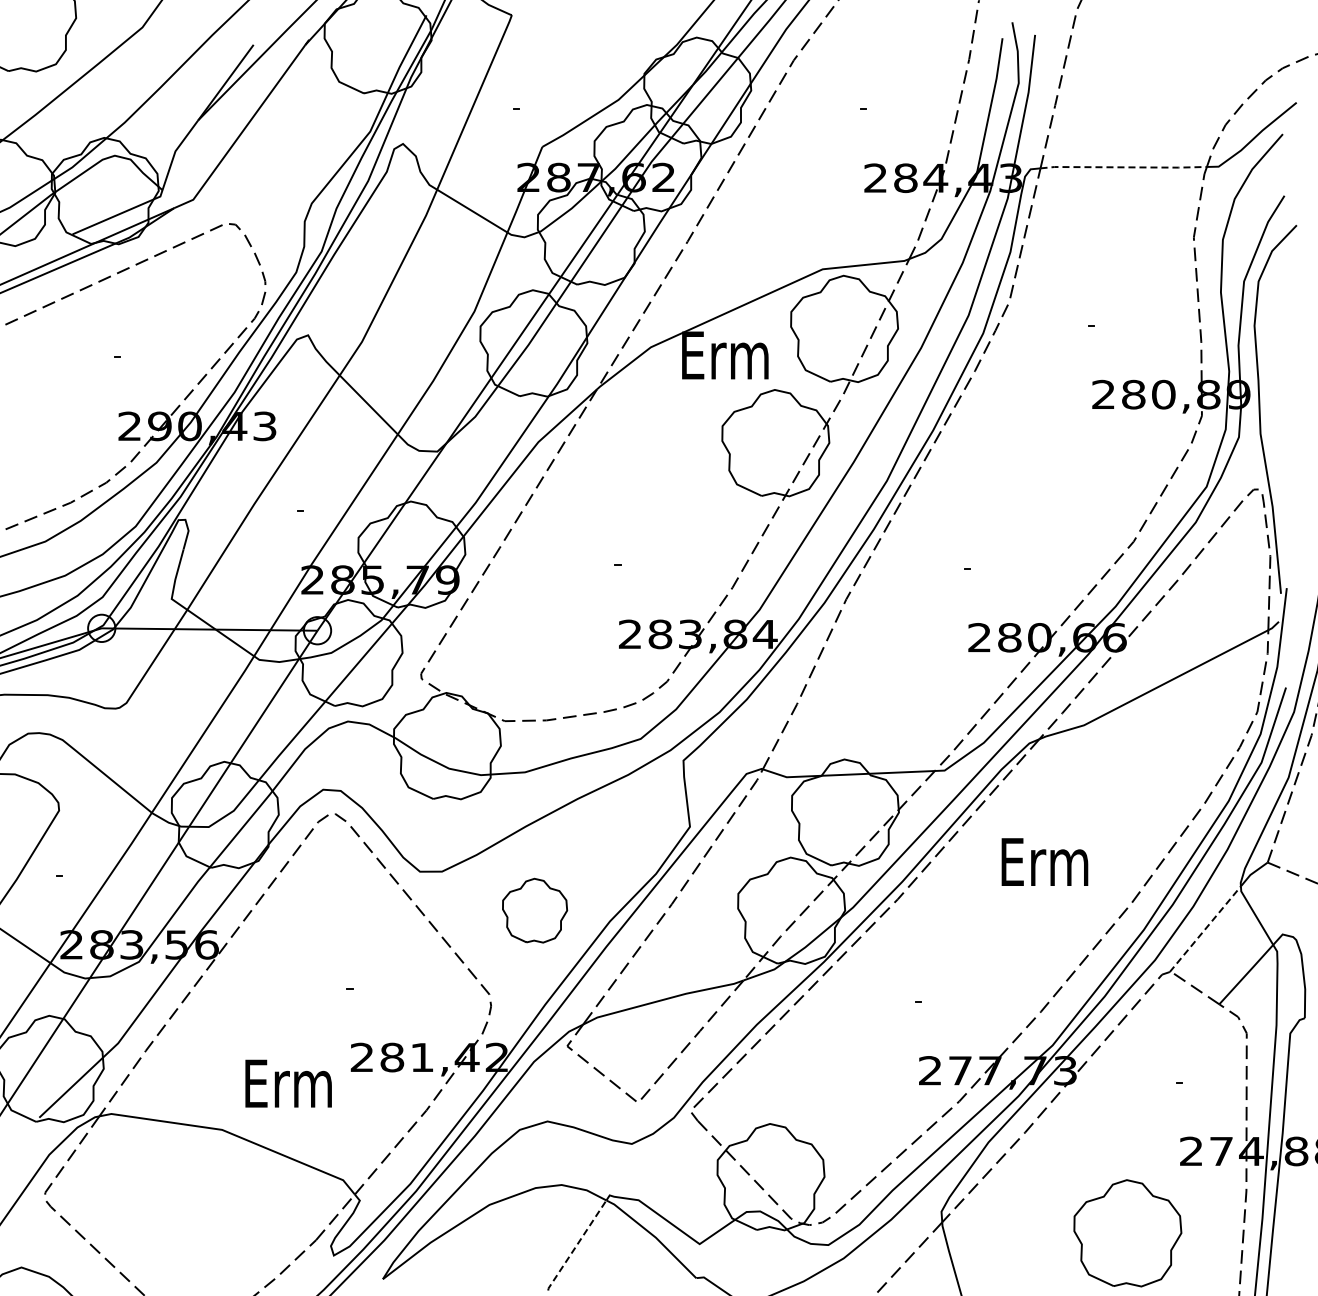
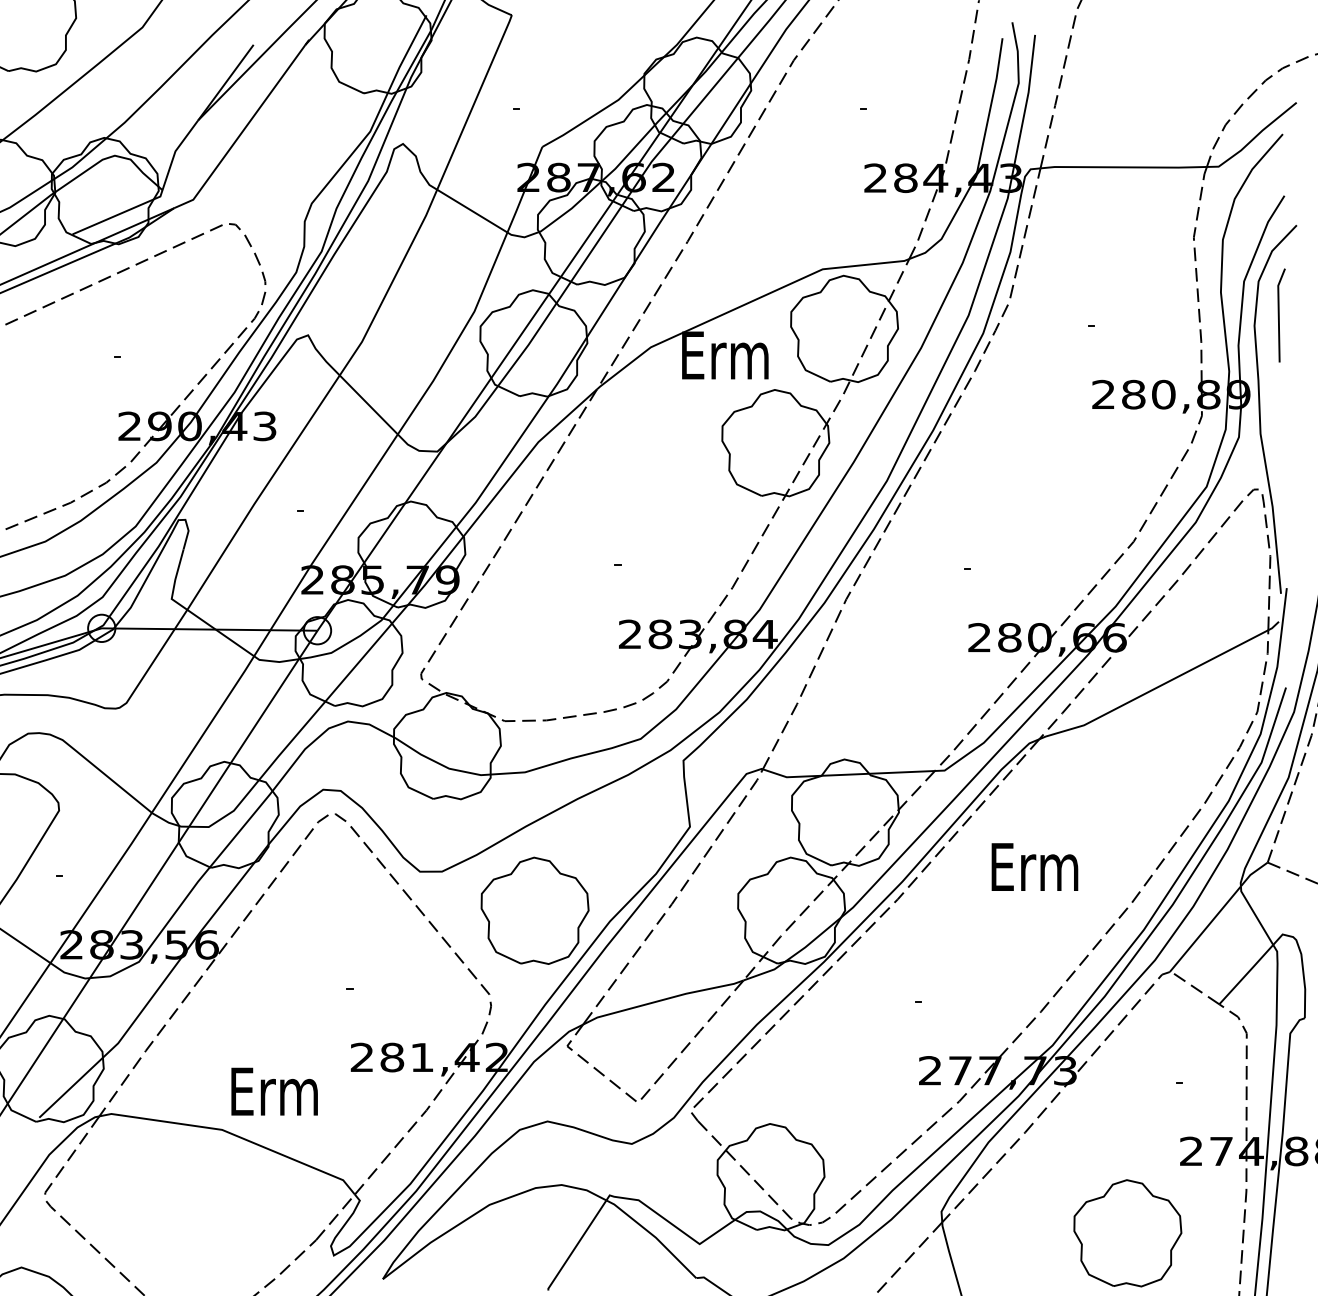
line at (1124, 167): dashed -> solid
line at (1279, 315): none -> present
text at (1044, 861) position: (1044, 861) -> (1034, 866)
part at (535, 910) size: 67x67 px -> 110x109 px
line at (1205, 929): dashed -> solid
text at (288, 1083) position: (288, 1083) -> (274, 1091)
line at (576, 1245): dashed -> solid
